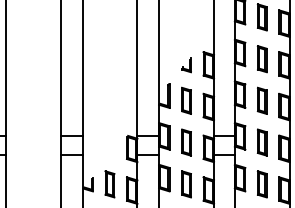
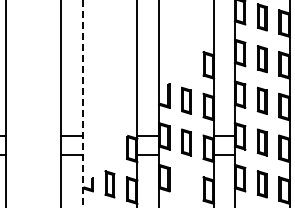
part at (186, 65): present -> none
line at (82, 103): solid -> dashed
part at (186, 184): present -> none
